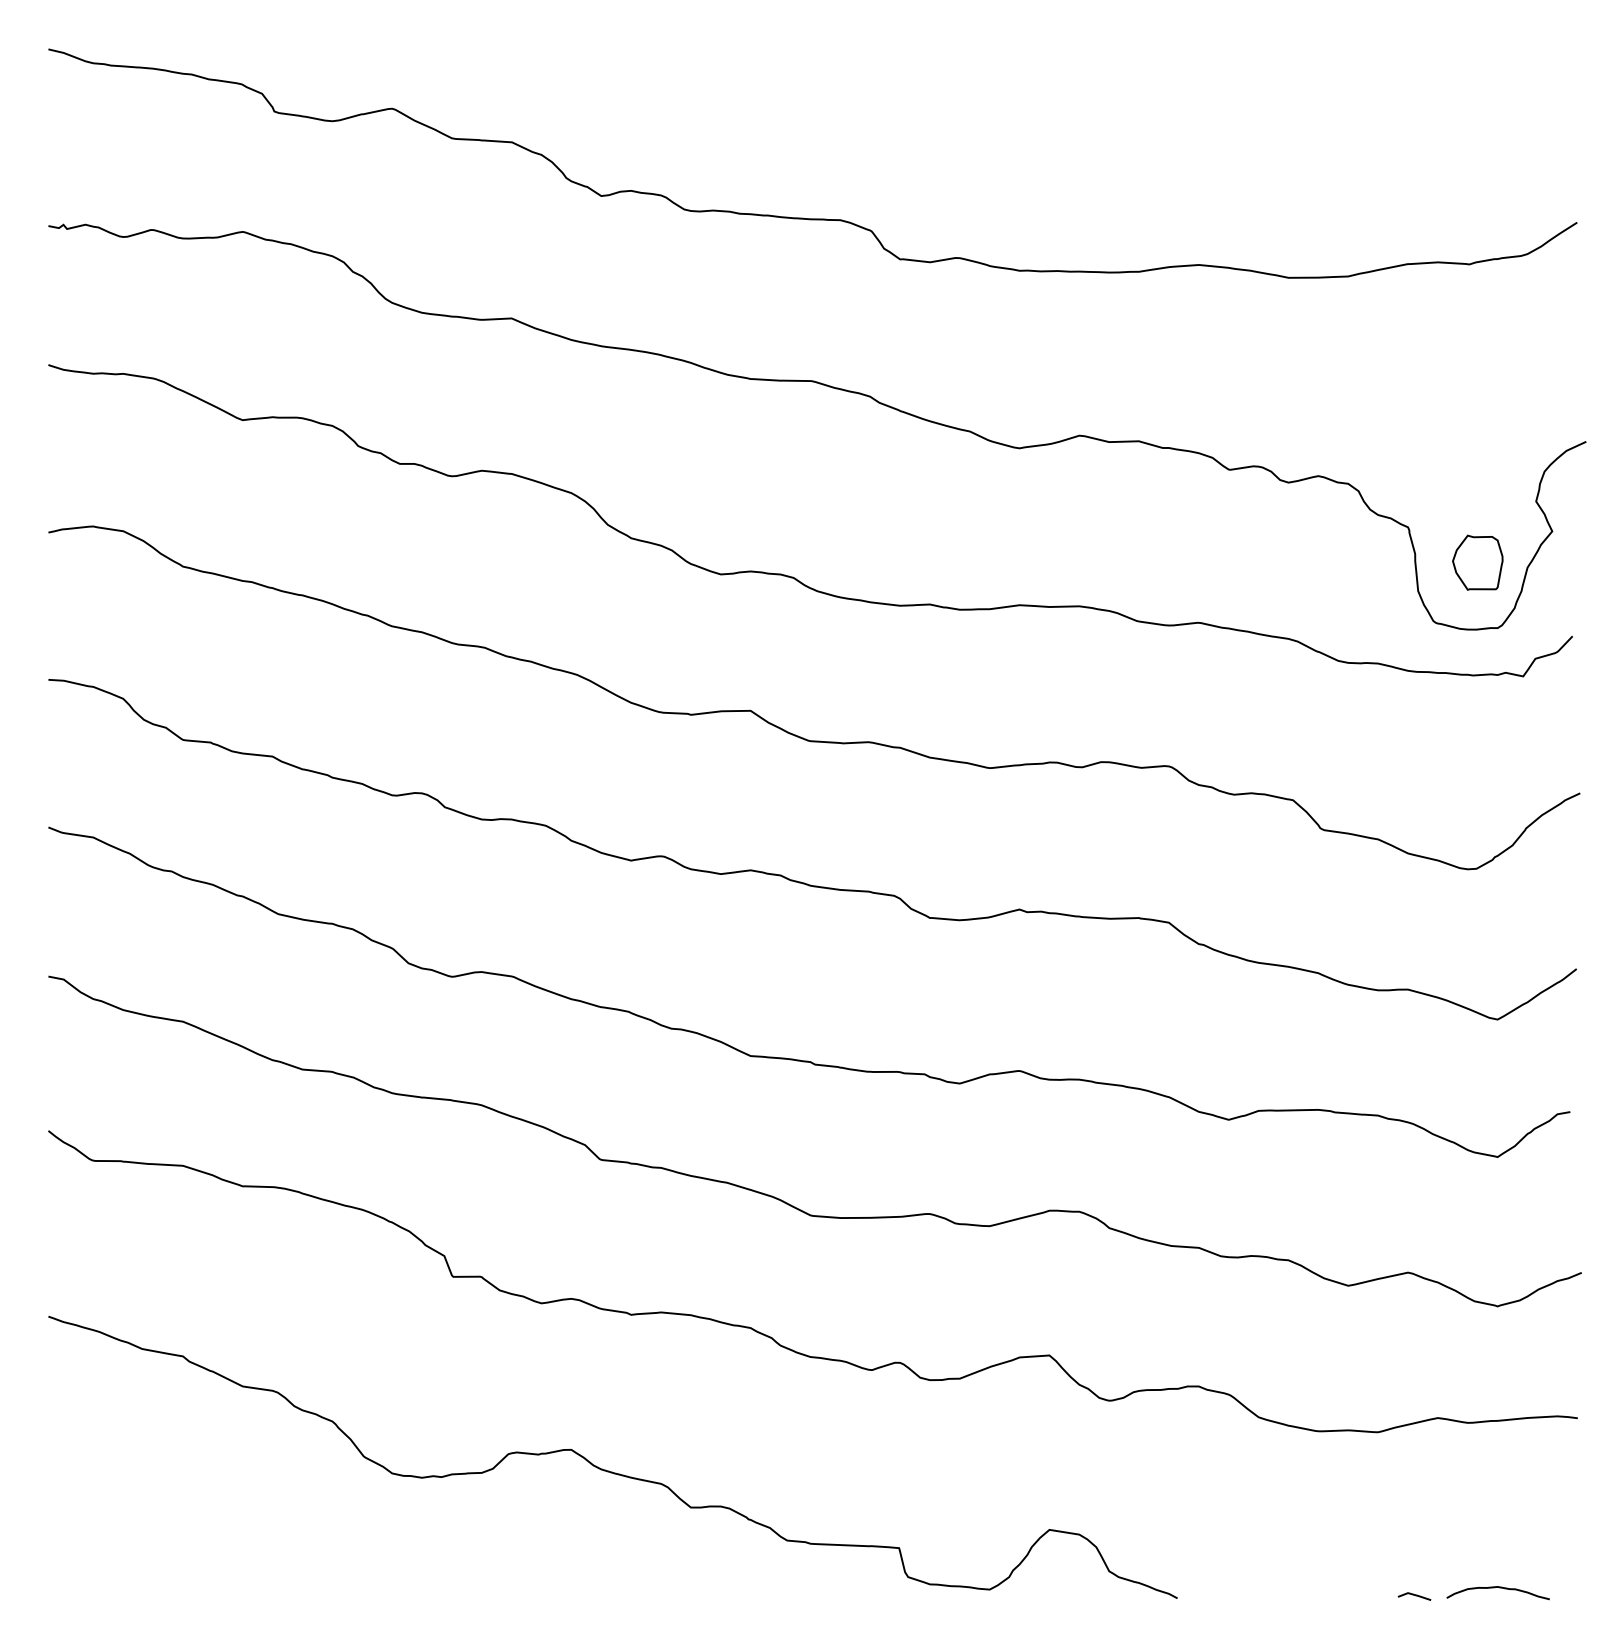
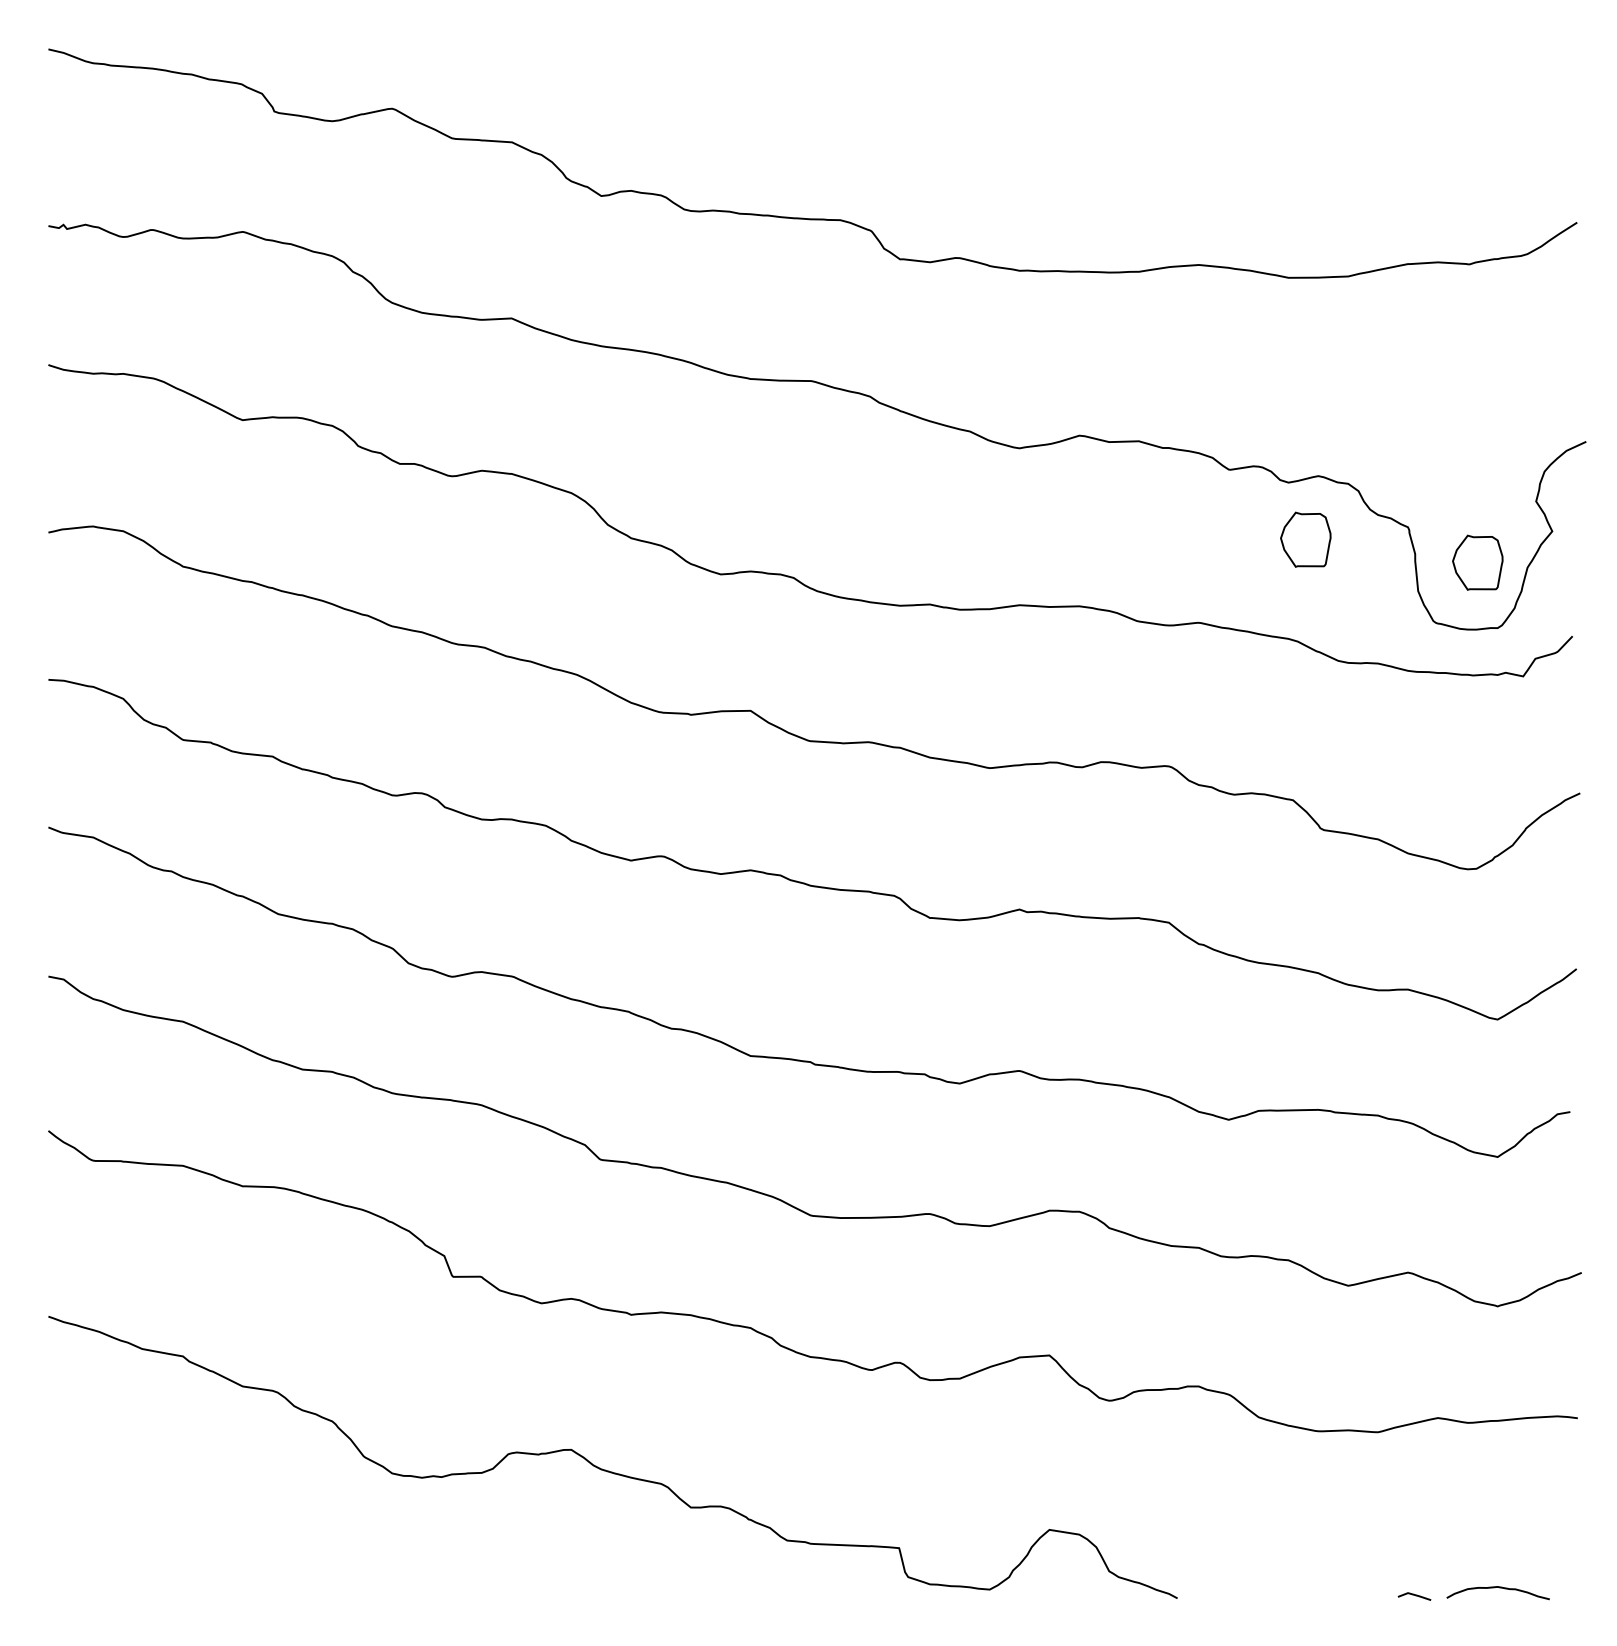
part at (1305, 539): none -> present
